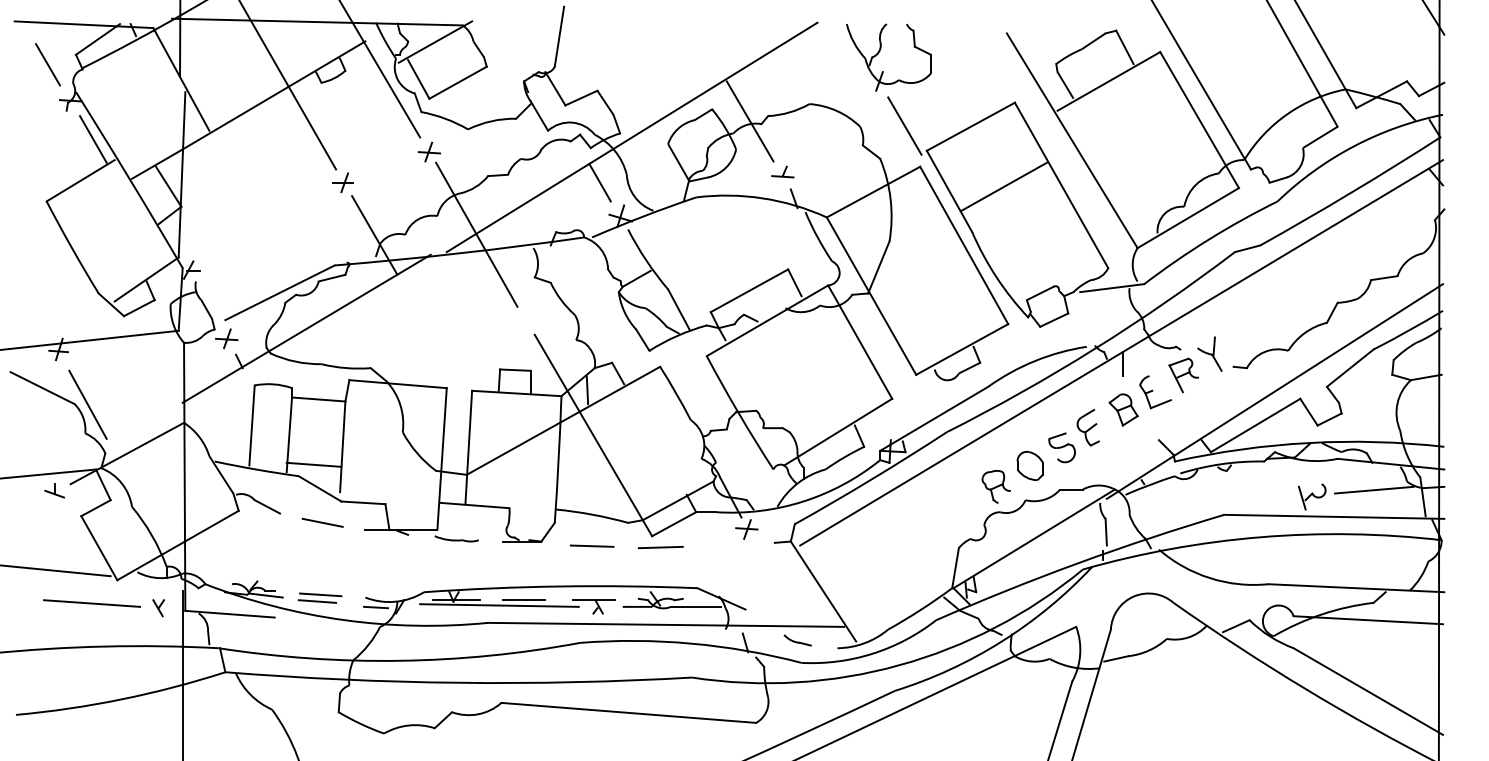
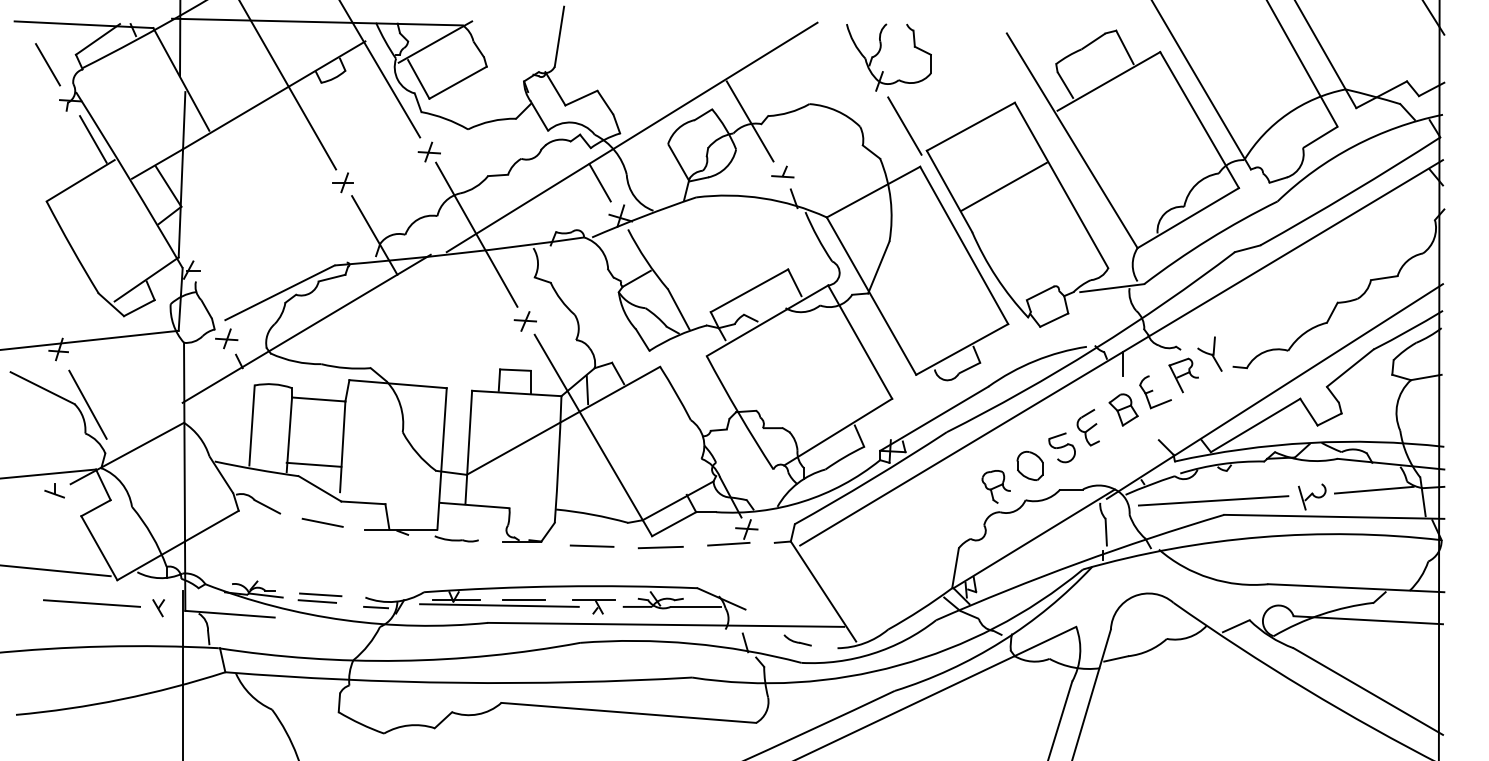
part at (524, 321): none -> present
line at (1213, 500): none -> present
line at (728, 543): none -> present
